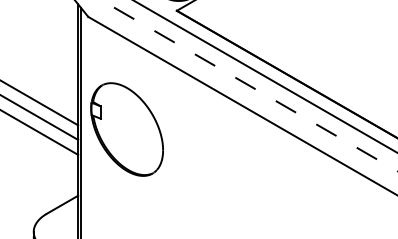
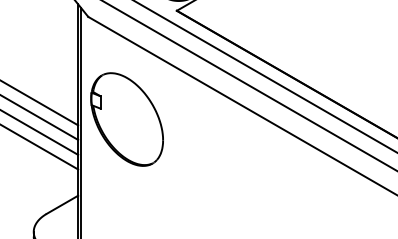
line at (249, 85): dashed -> solid
part at (126, 129) position: (126, 129) -> (126, 119)
line at (40, 147): none -> present
